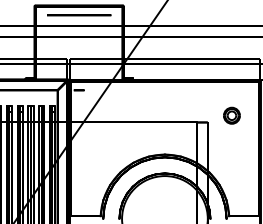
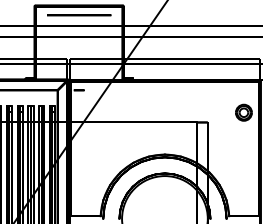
part at (231, 115) position: (231, 115) -> (243, 112)
